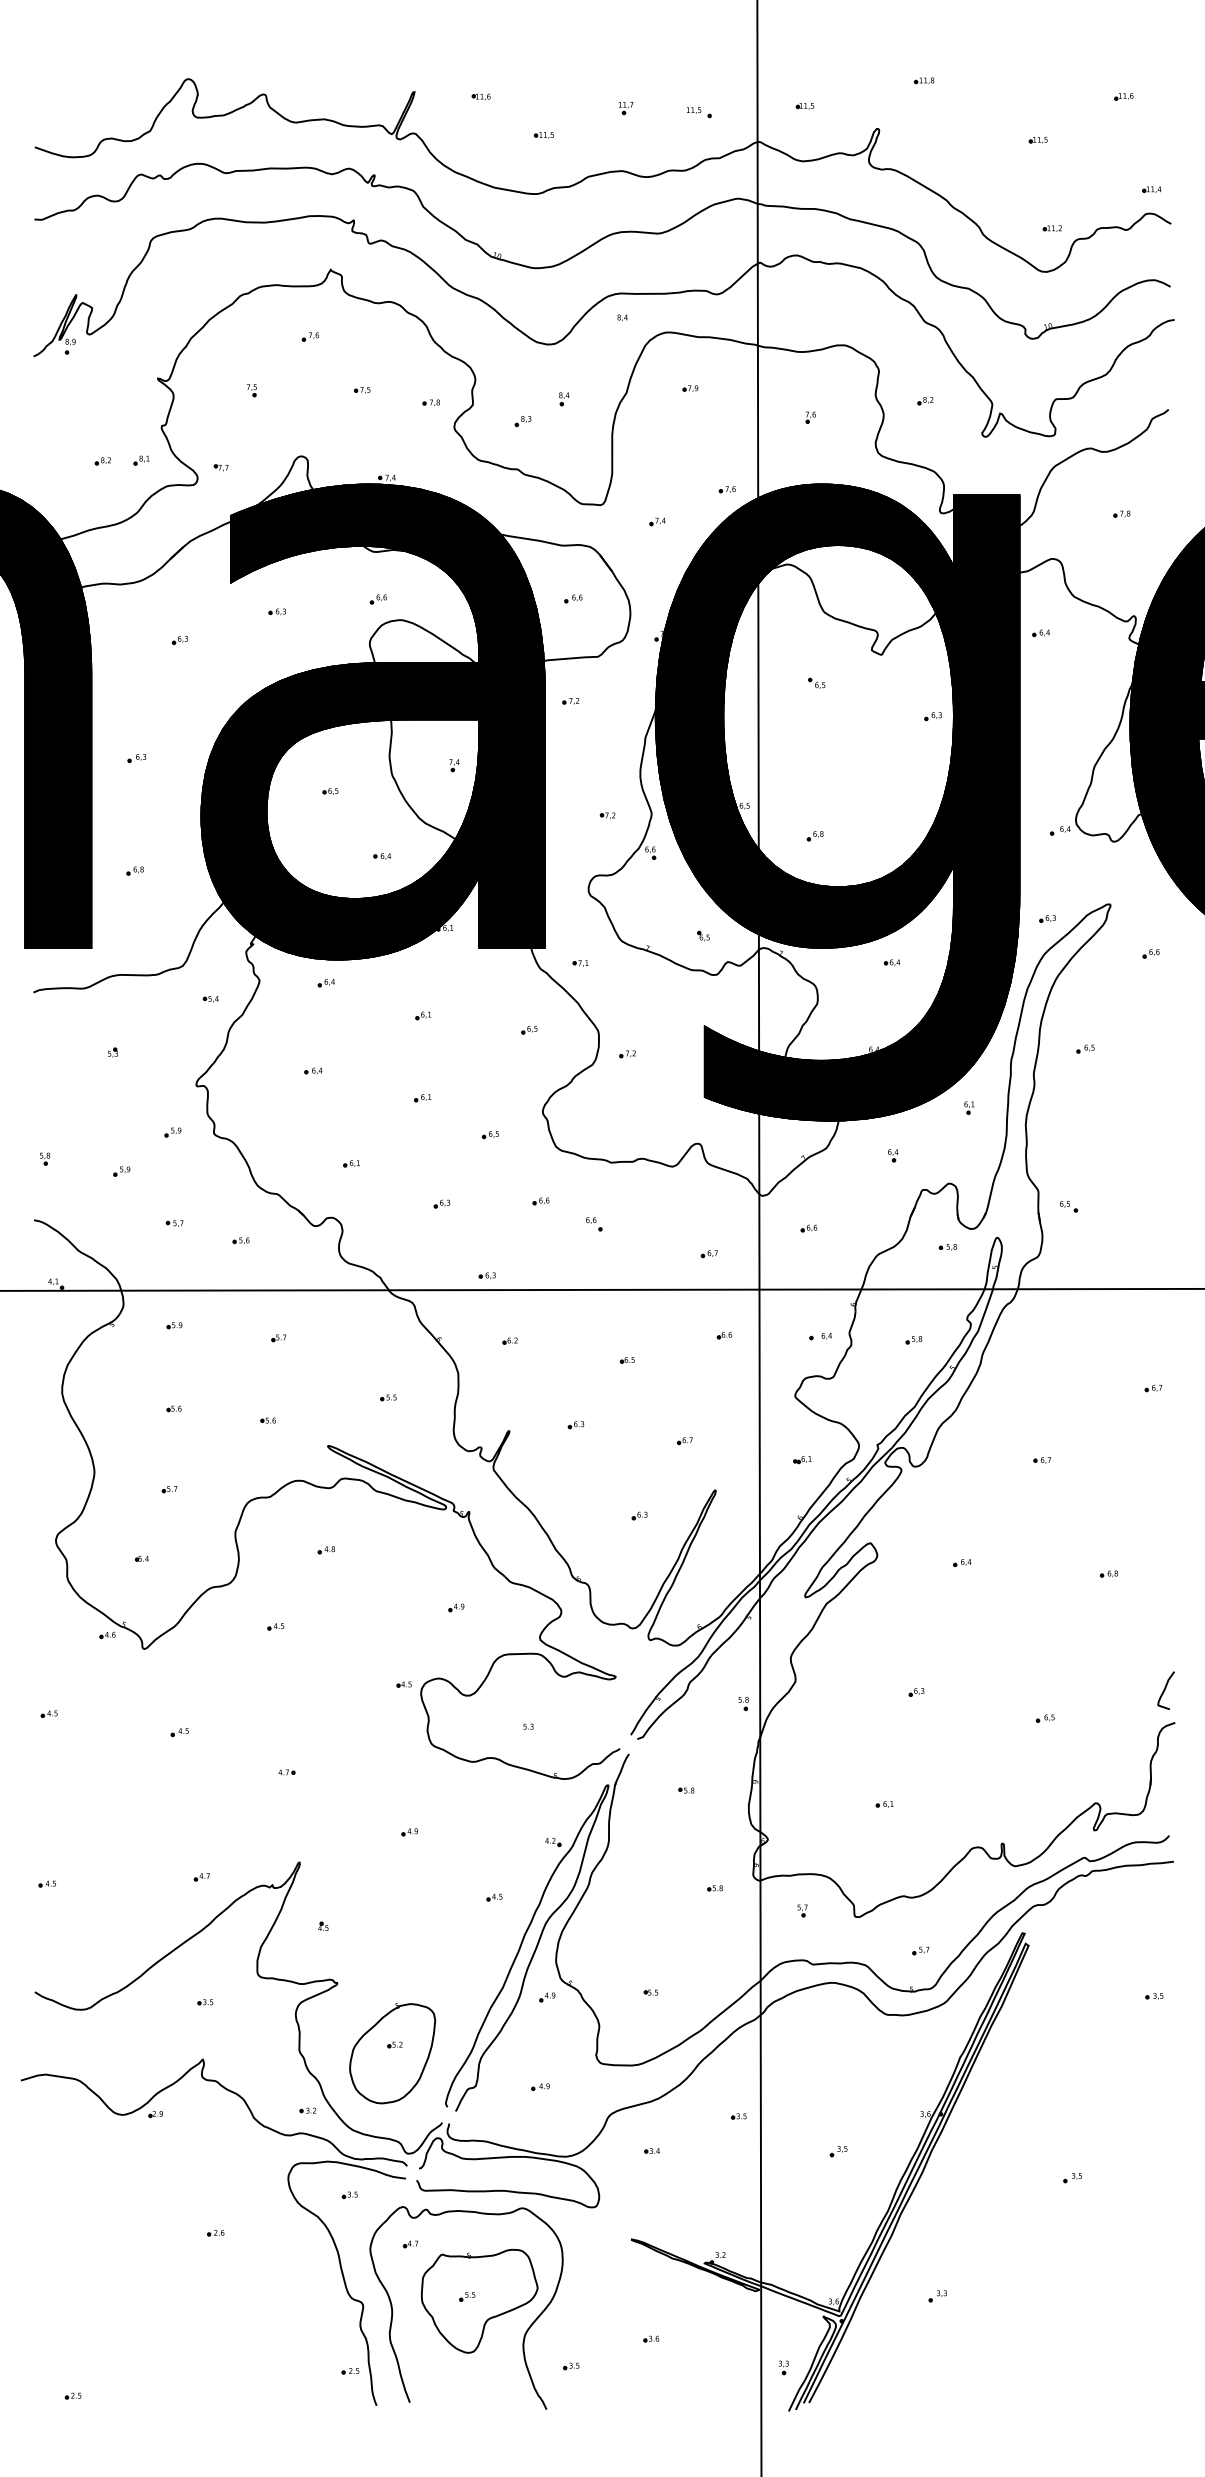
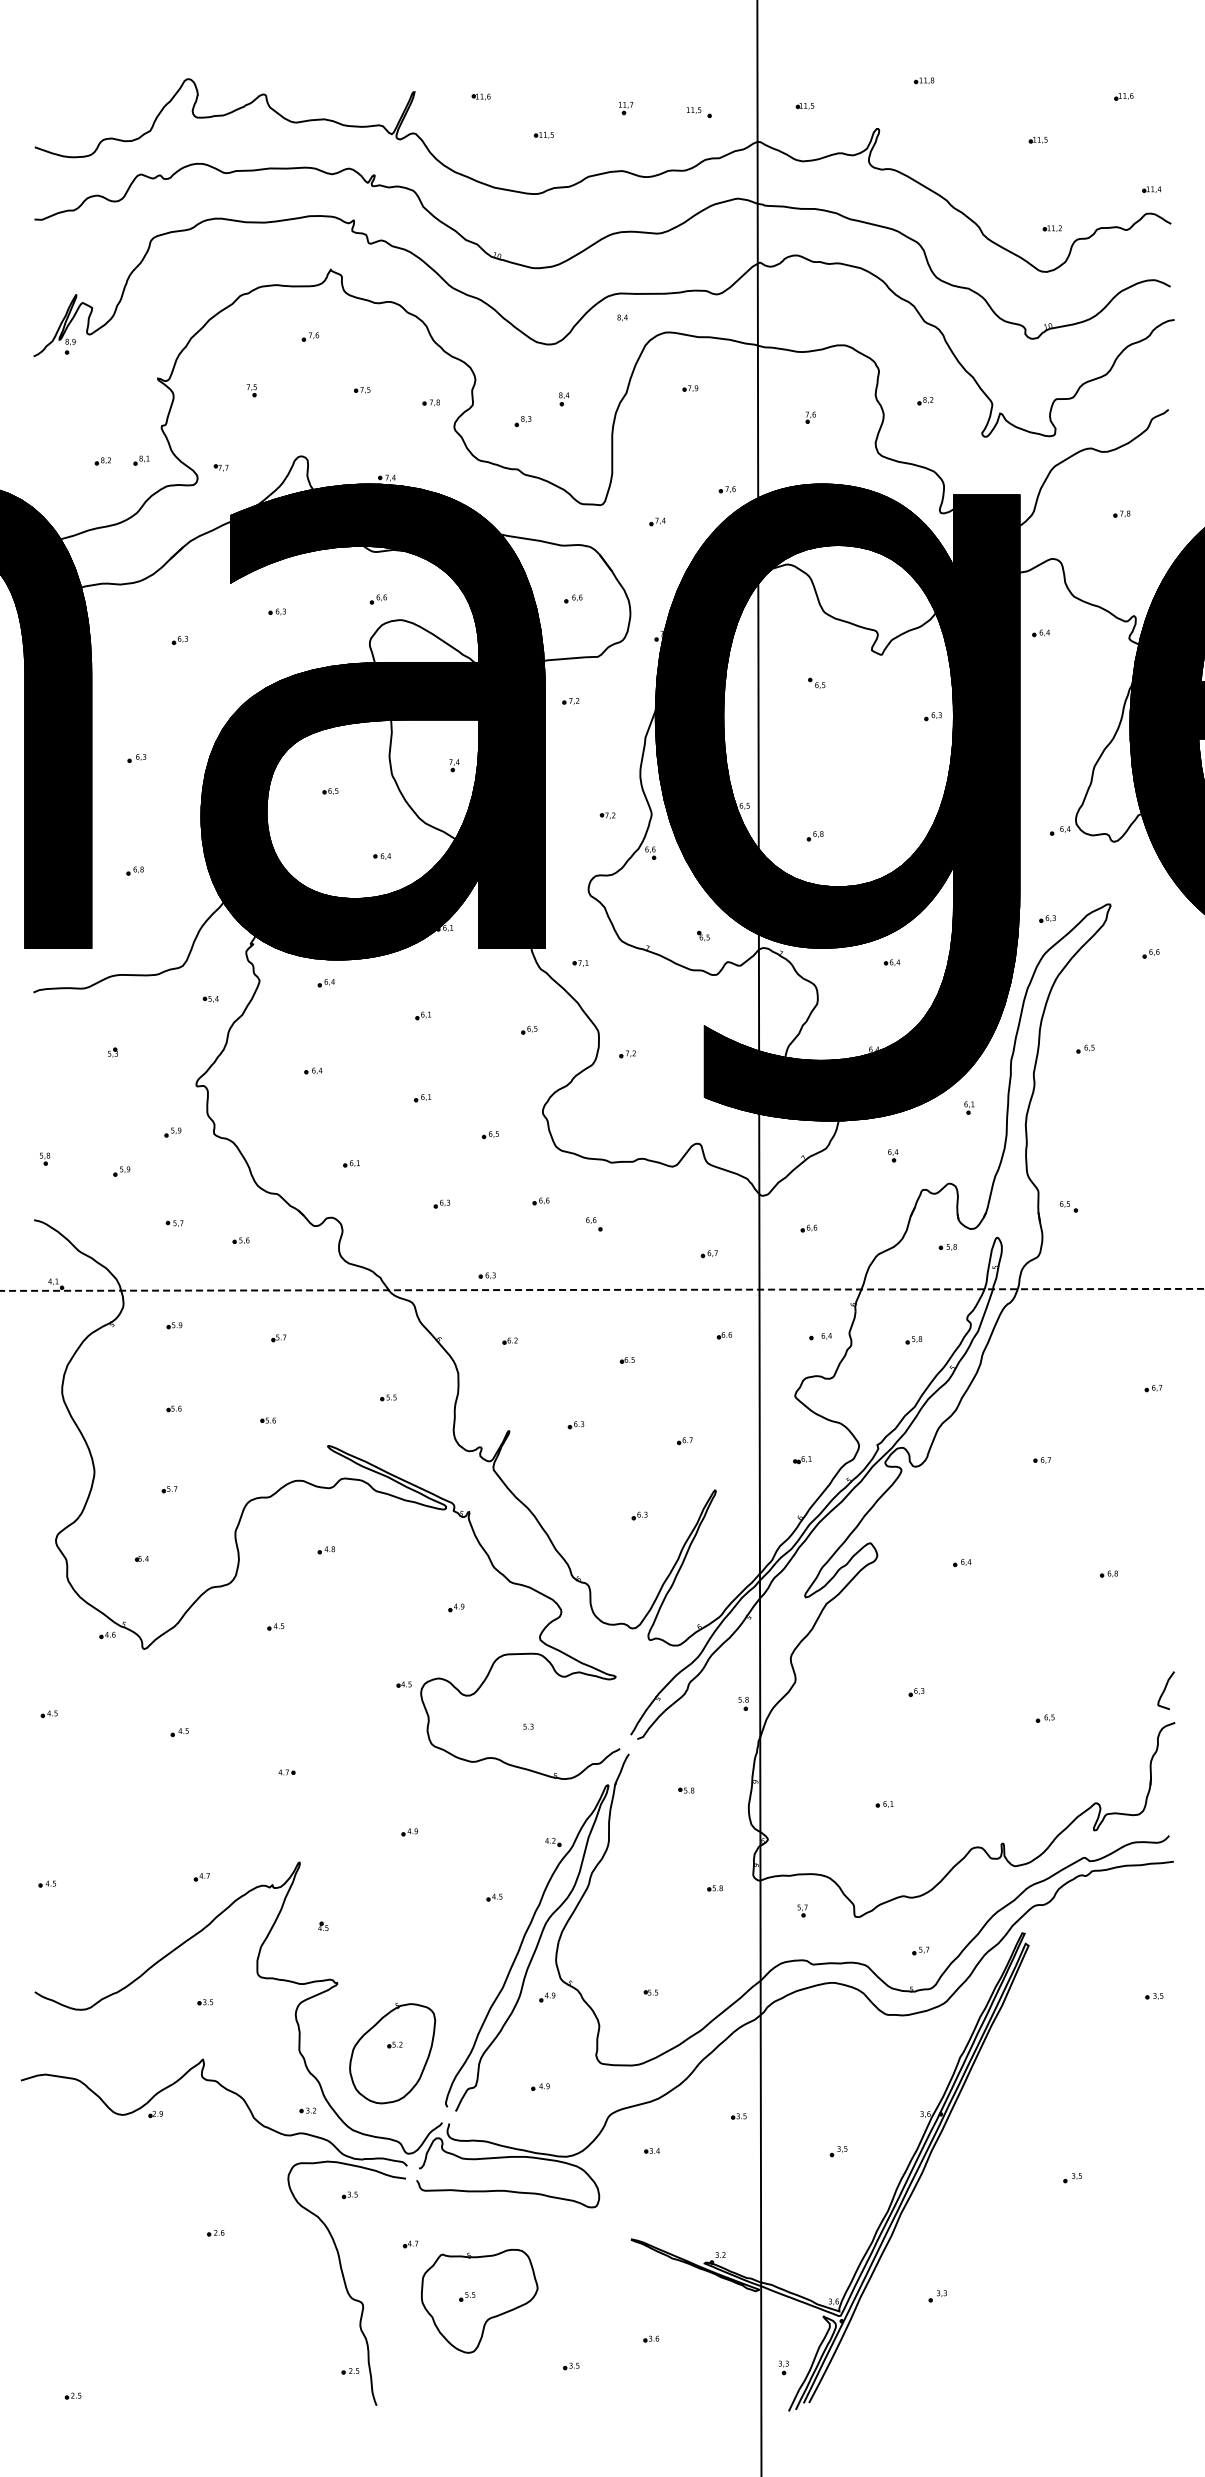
line at (602, 1289): solid -> dashed
curve at (524, 2333): present -> none
